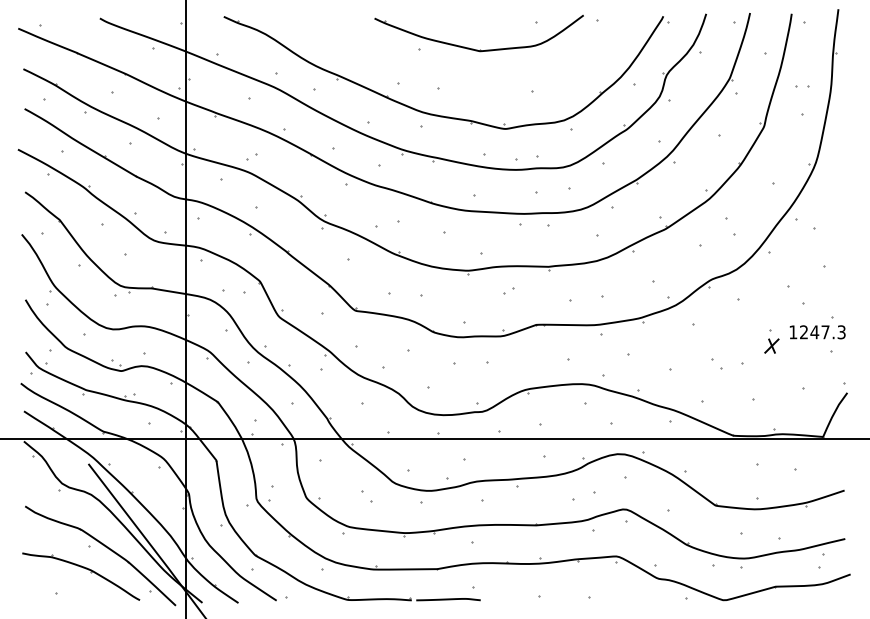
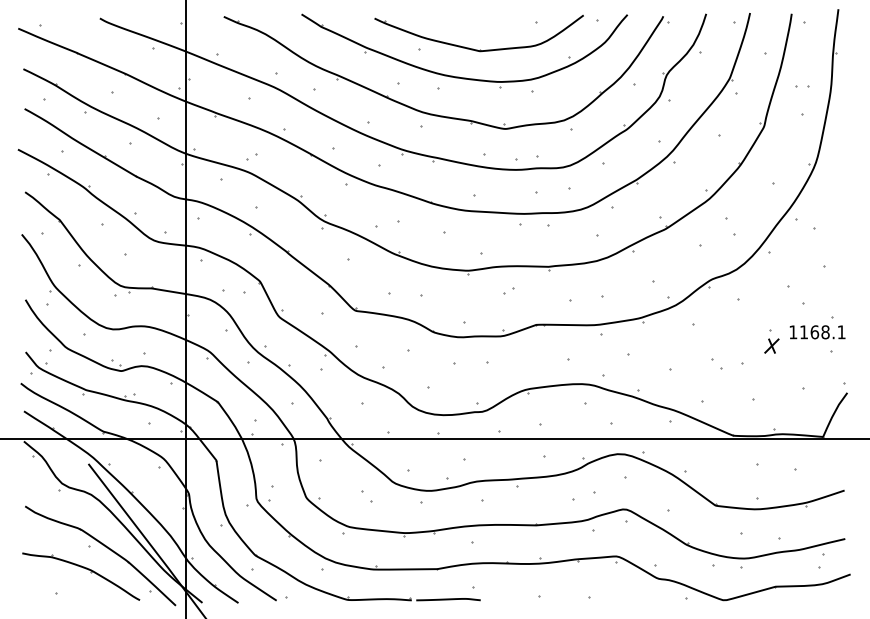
part at (459, 76): none -> present
text at (822, 332): 1247.3 -> 1168.1
